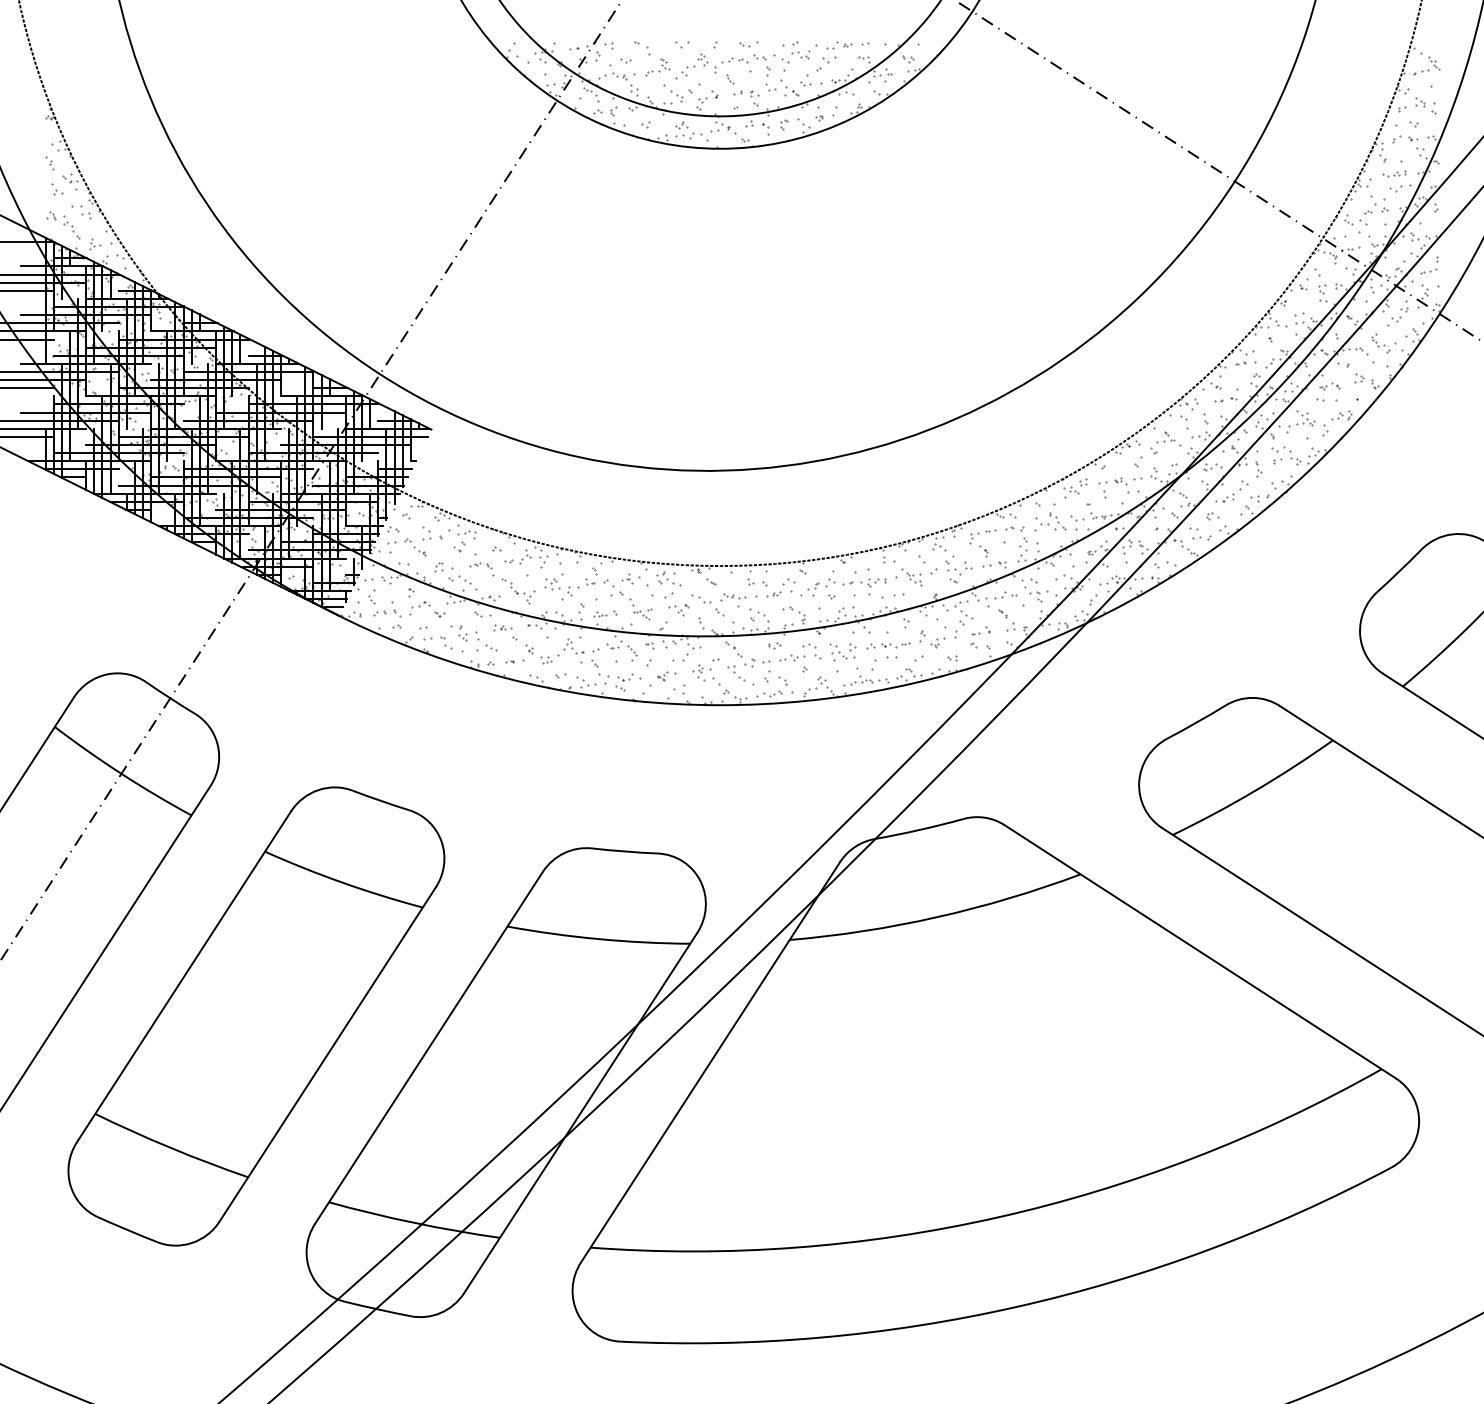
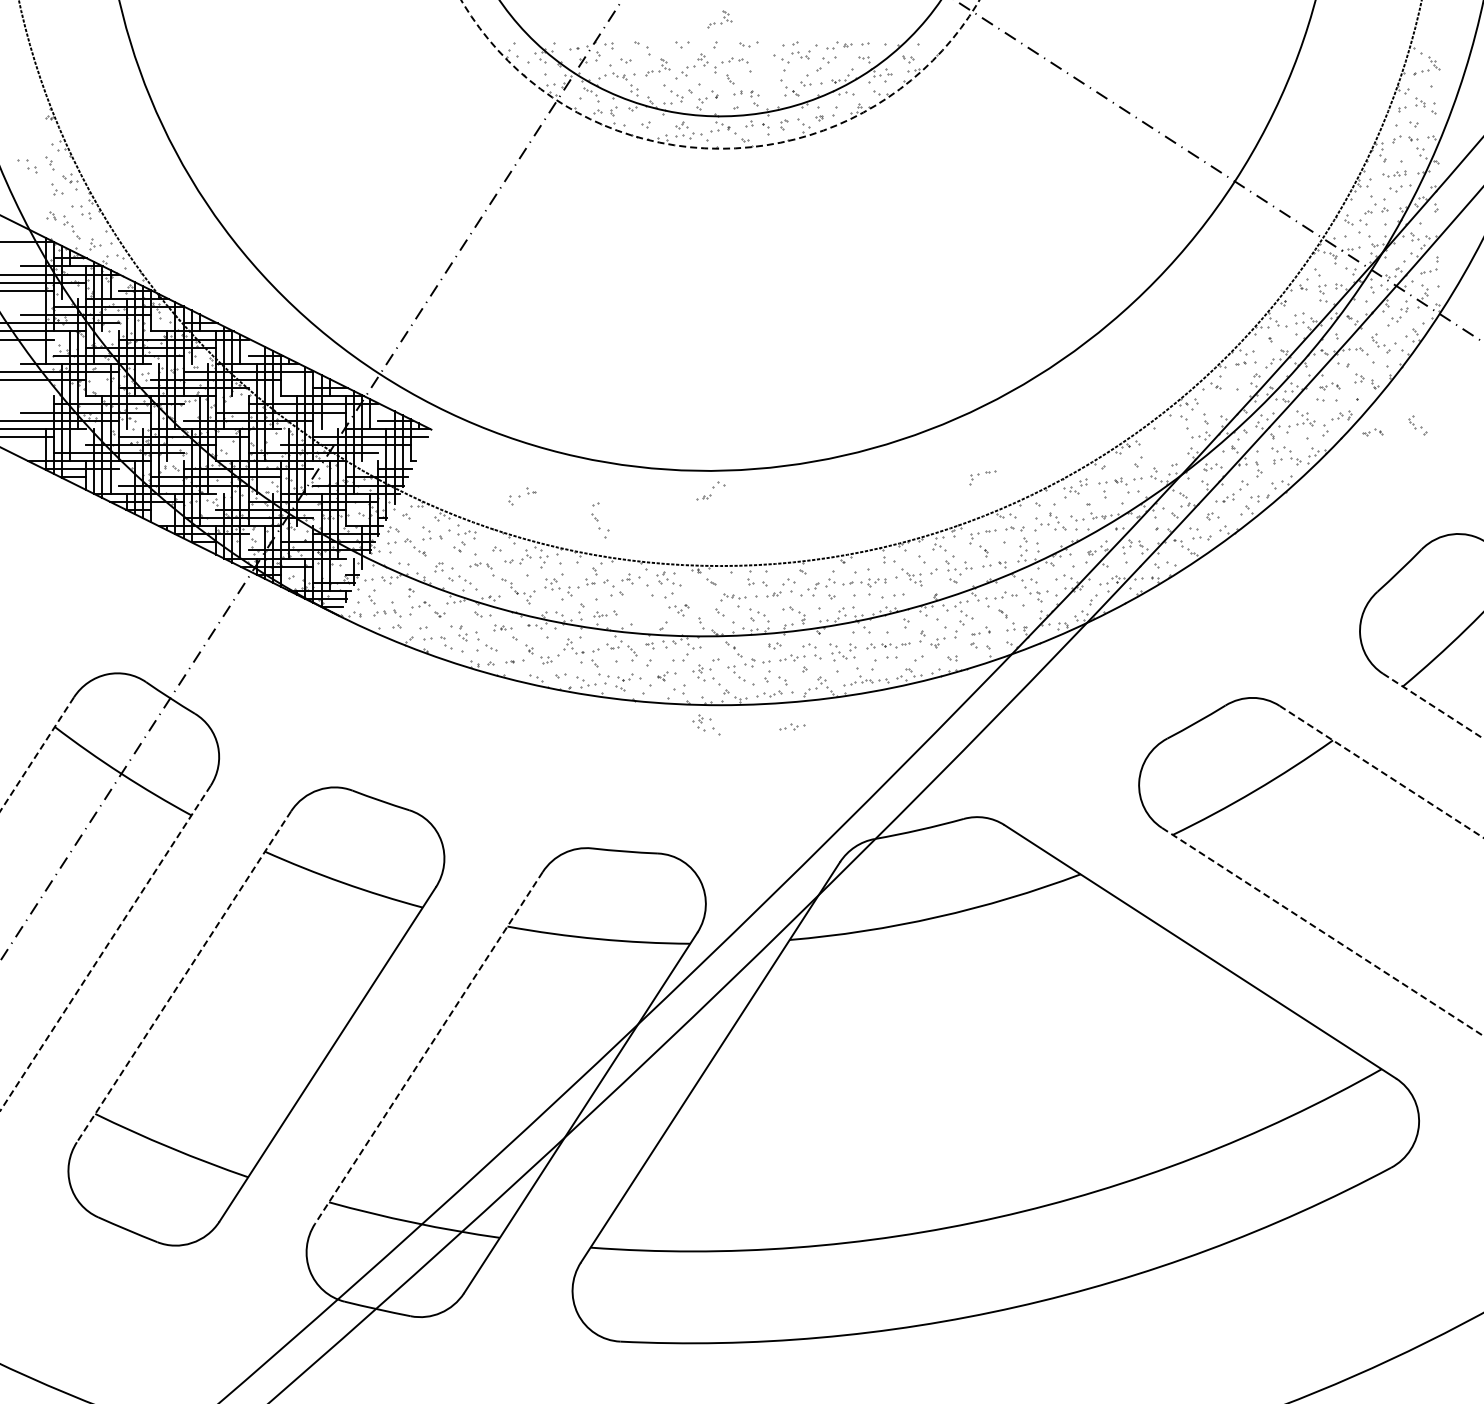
part at (719, 19): none -> present
part at (764, 72): present -> none
circle at (720, 74): solid -> dashed
part at (27, 166): none -> present
line at (27, 388): present -> none
part at (1225, 399): present -> none
part at (1417, 425): none -> present
part at (1372, 432): none -> present
part at (1165, 442): present -> none
part at (982, 477): none -> present
part at (710, 490): none -> present
part at (522, 496): none -> present
part at (600, 520): none -> present
part at (701, 598): present -> none
part at (640, 609): present -> none
line at (1433, 706): solid -> dashed
part at (706, 724): none -> present
part at (792, 726): none -> present
line at (37, 754): solid -> dashed
line at (1382, 772): solid -> dashed
line at (1322, 932): solid -> dashed
line at (105, 948): solid -> dashed
line at (183, 977): solid -> dashed
line at (428, 1048): solid -> dashed
